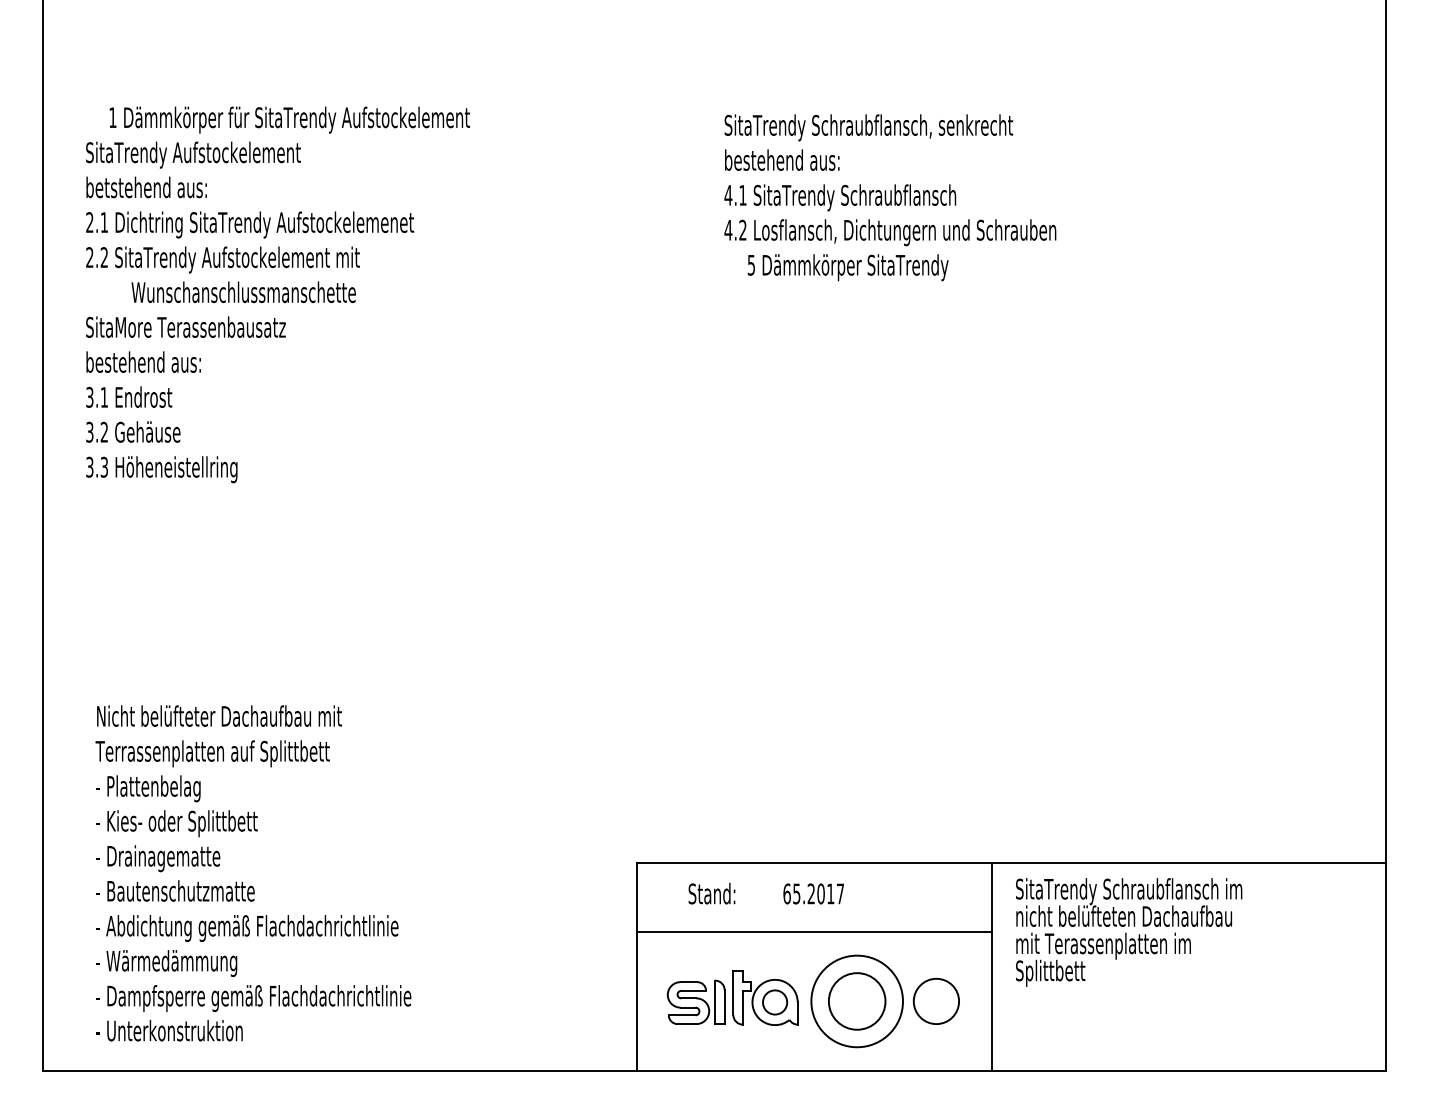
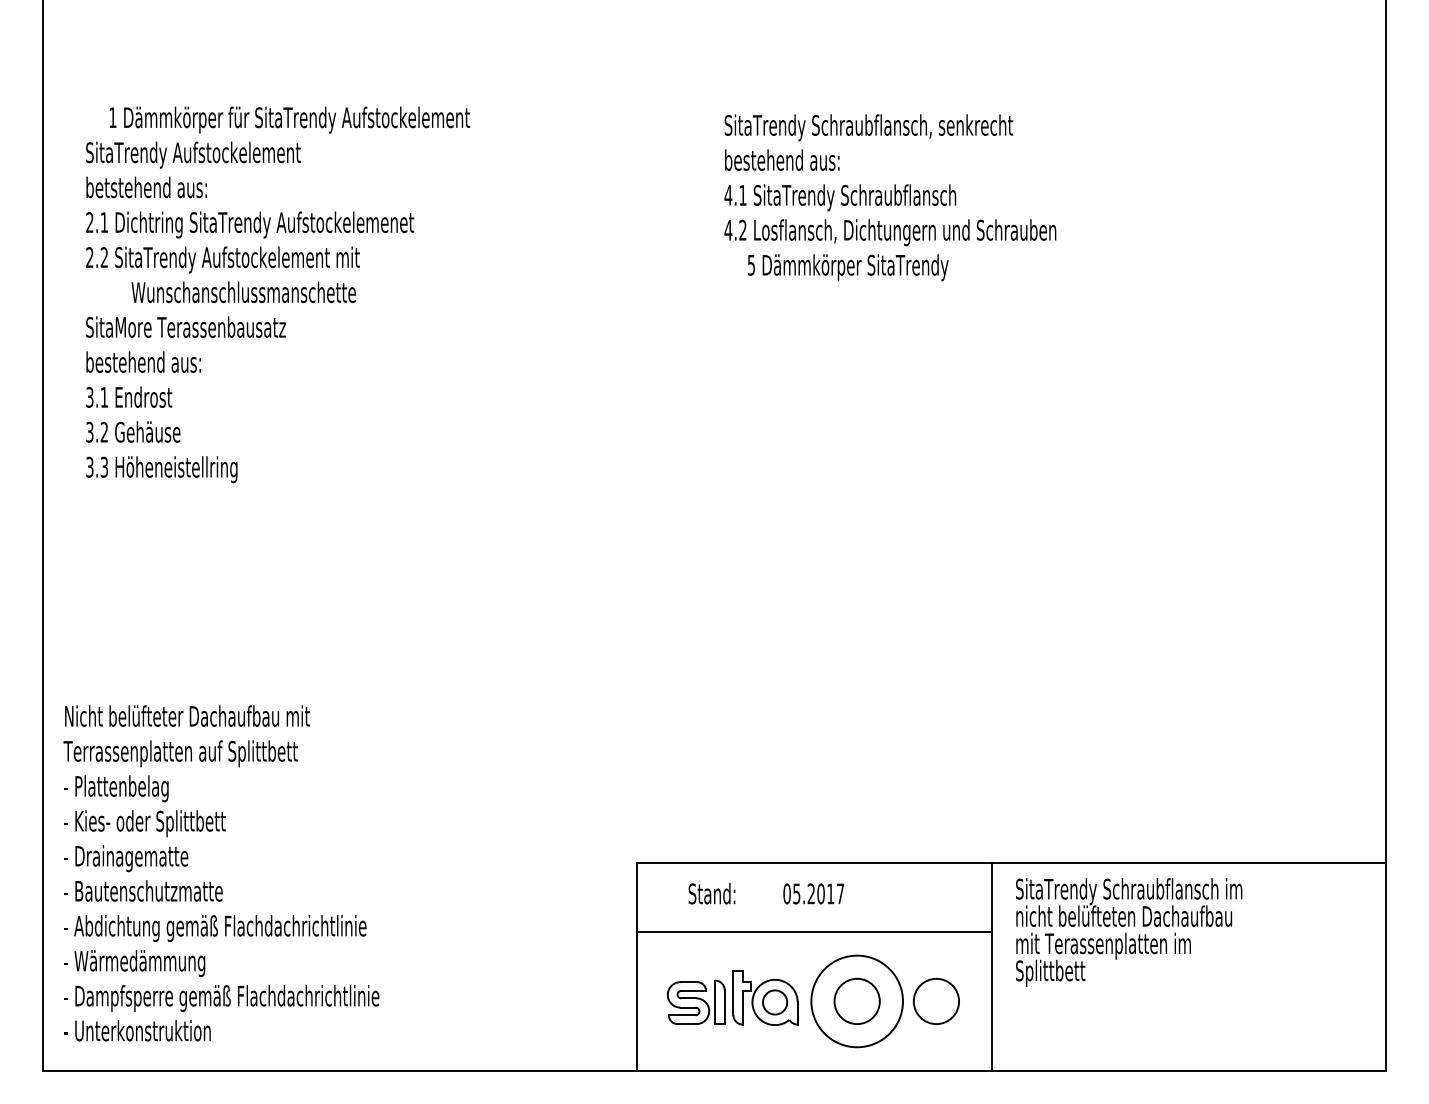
text at (253, 873) position: (253, 873) -> (221, 873)
text at (786, 893): 65.2017 -> 05.2017
circle at (856, 1001) diameter: 57 px -> 45 px
